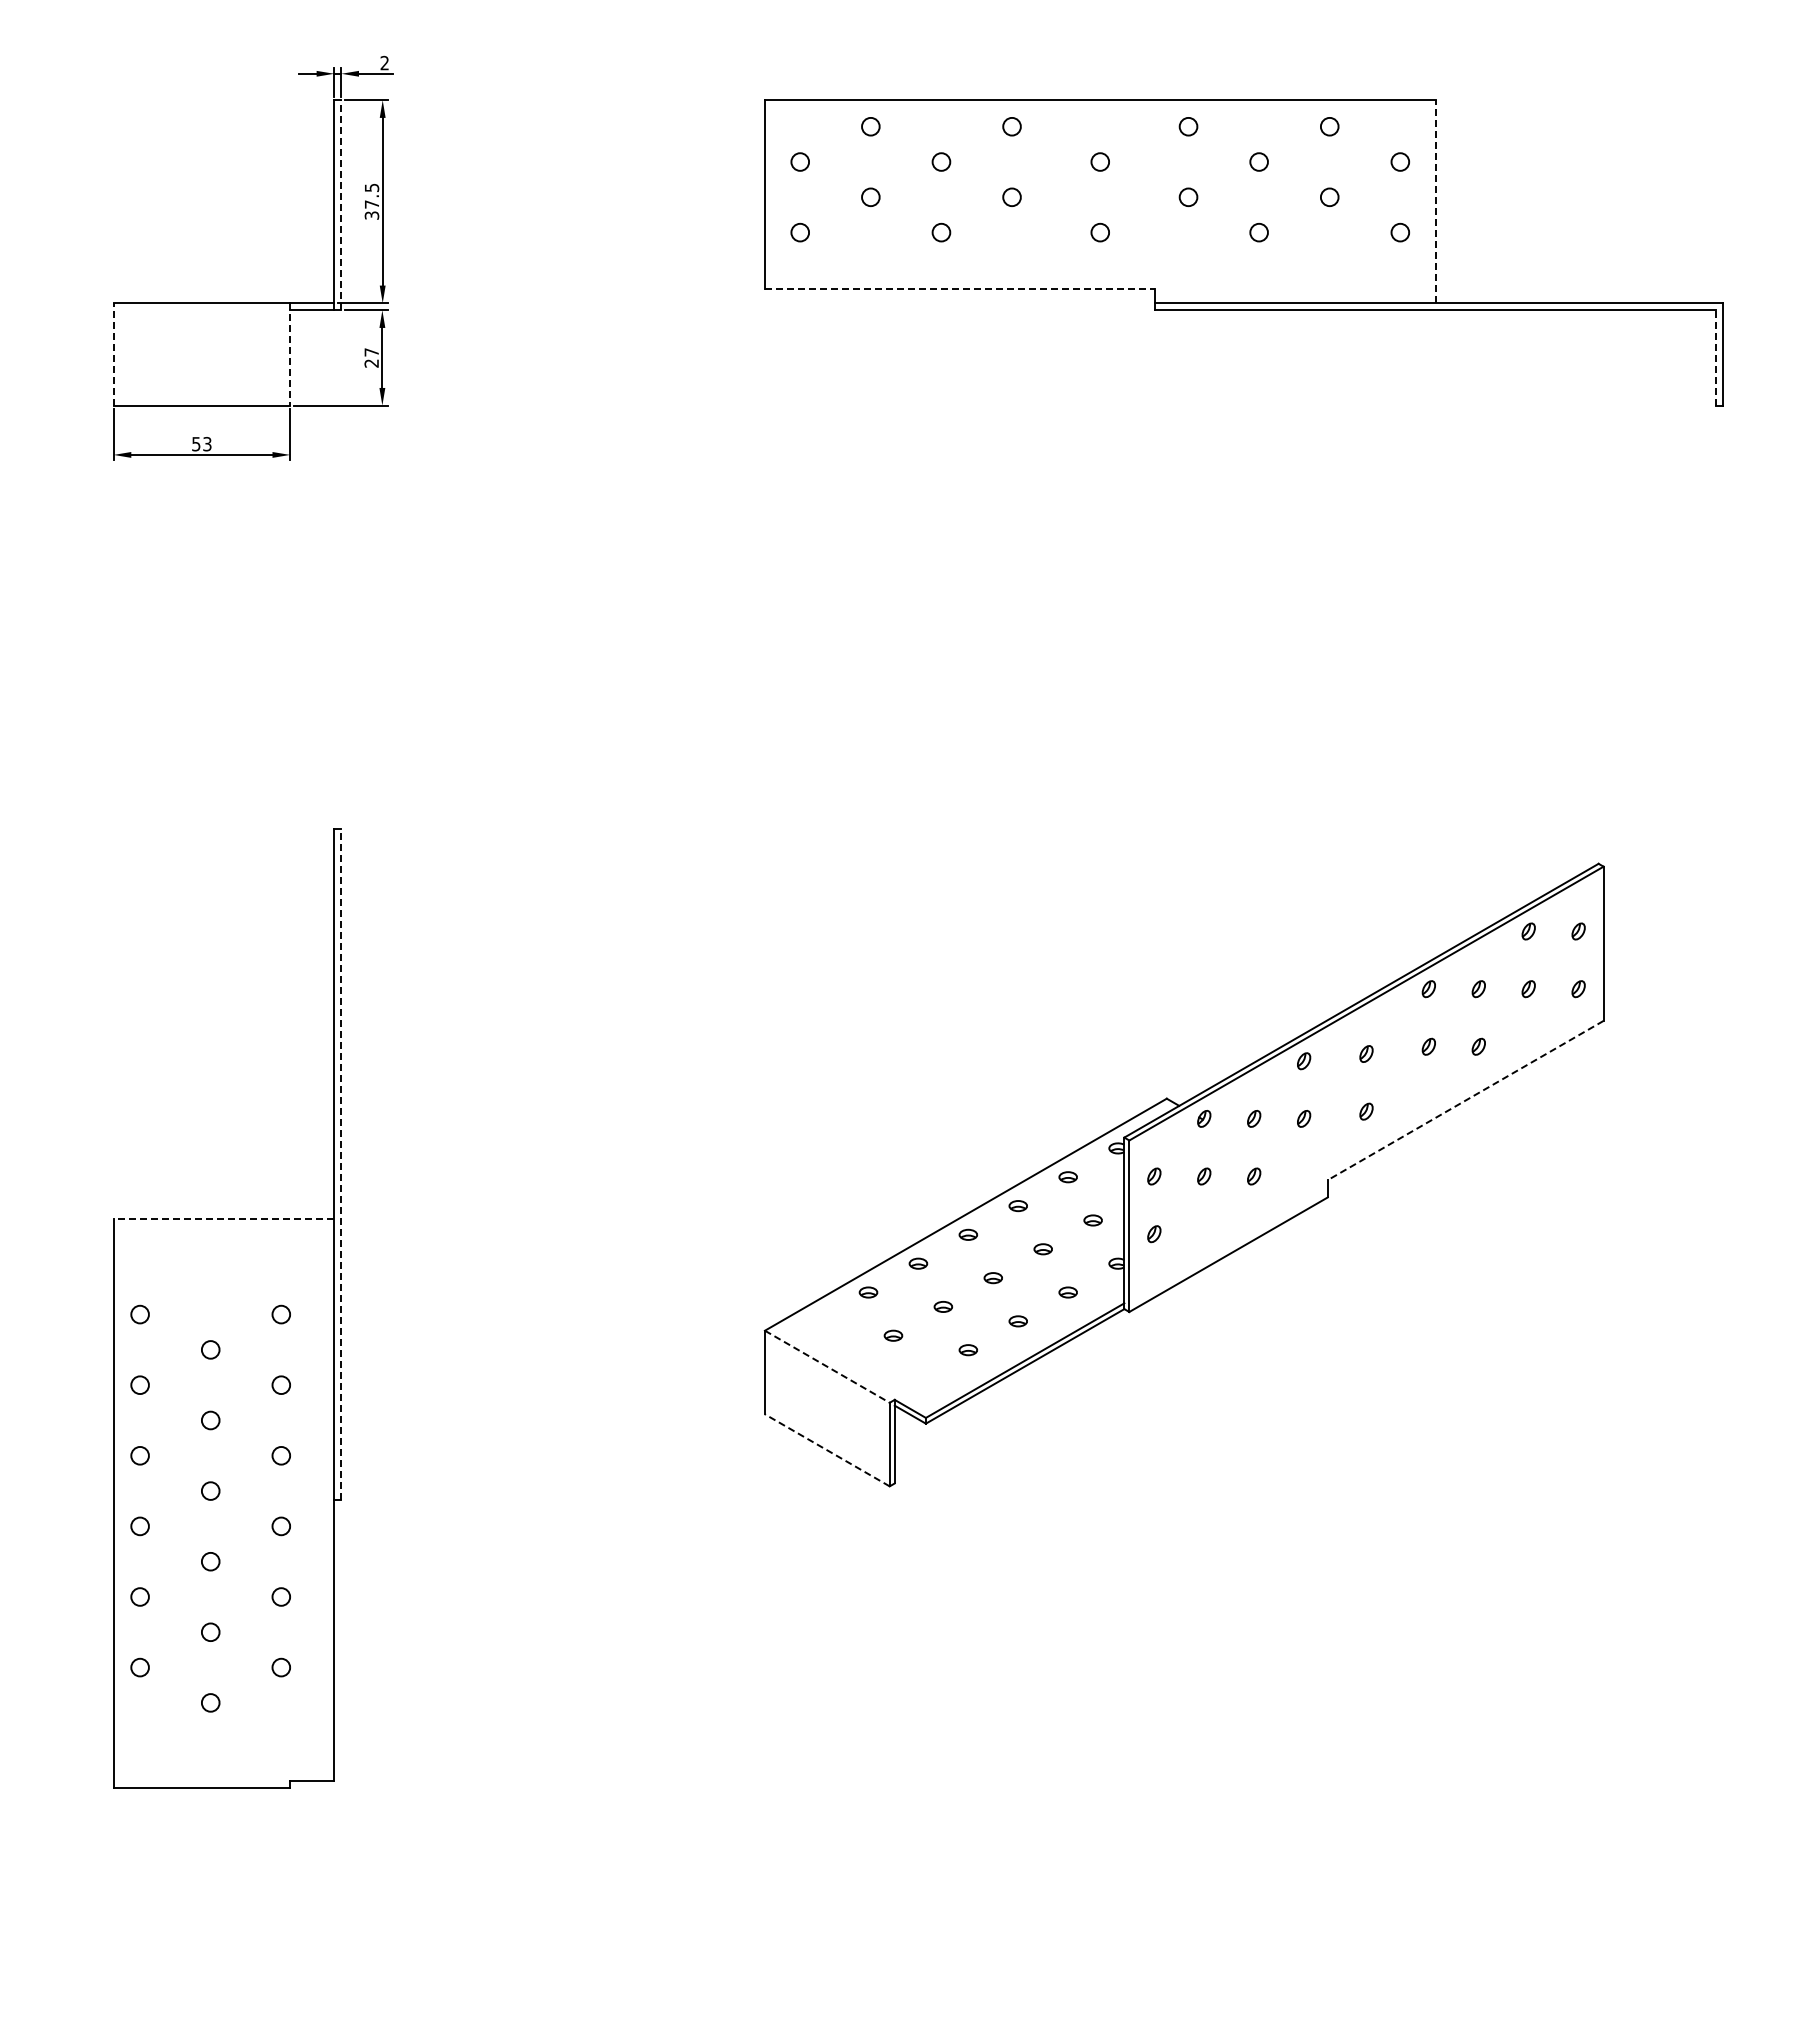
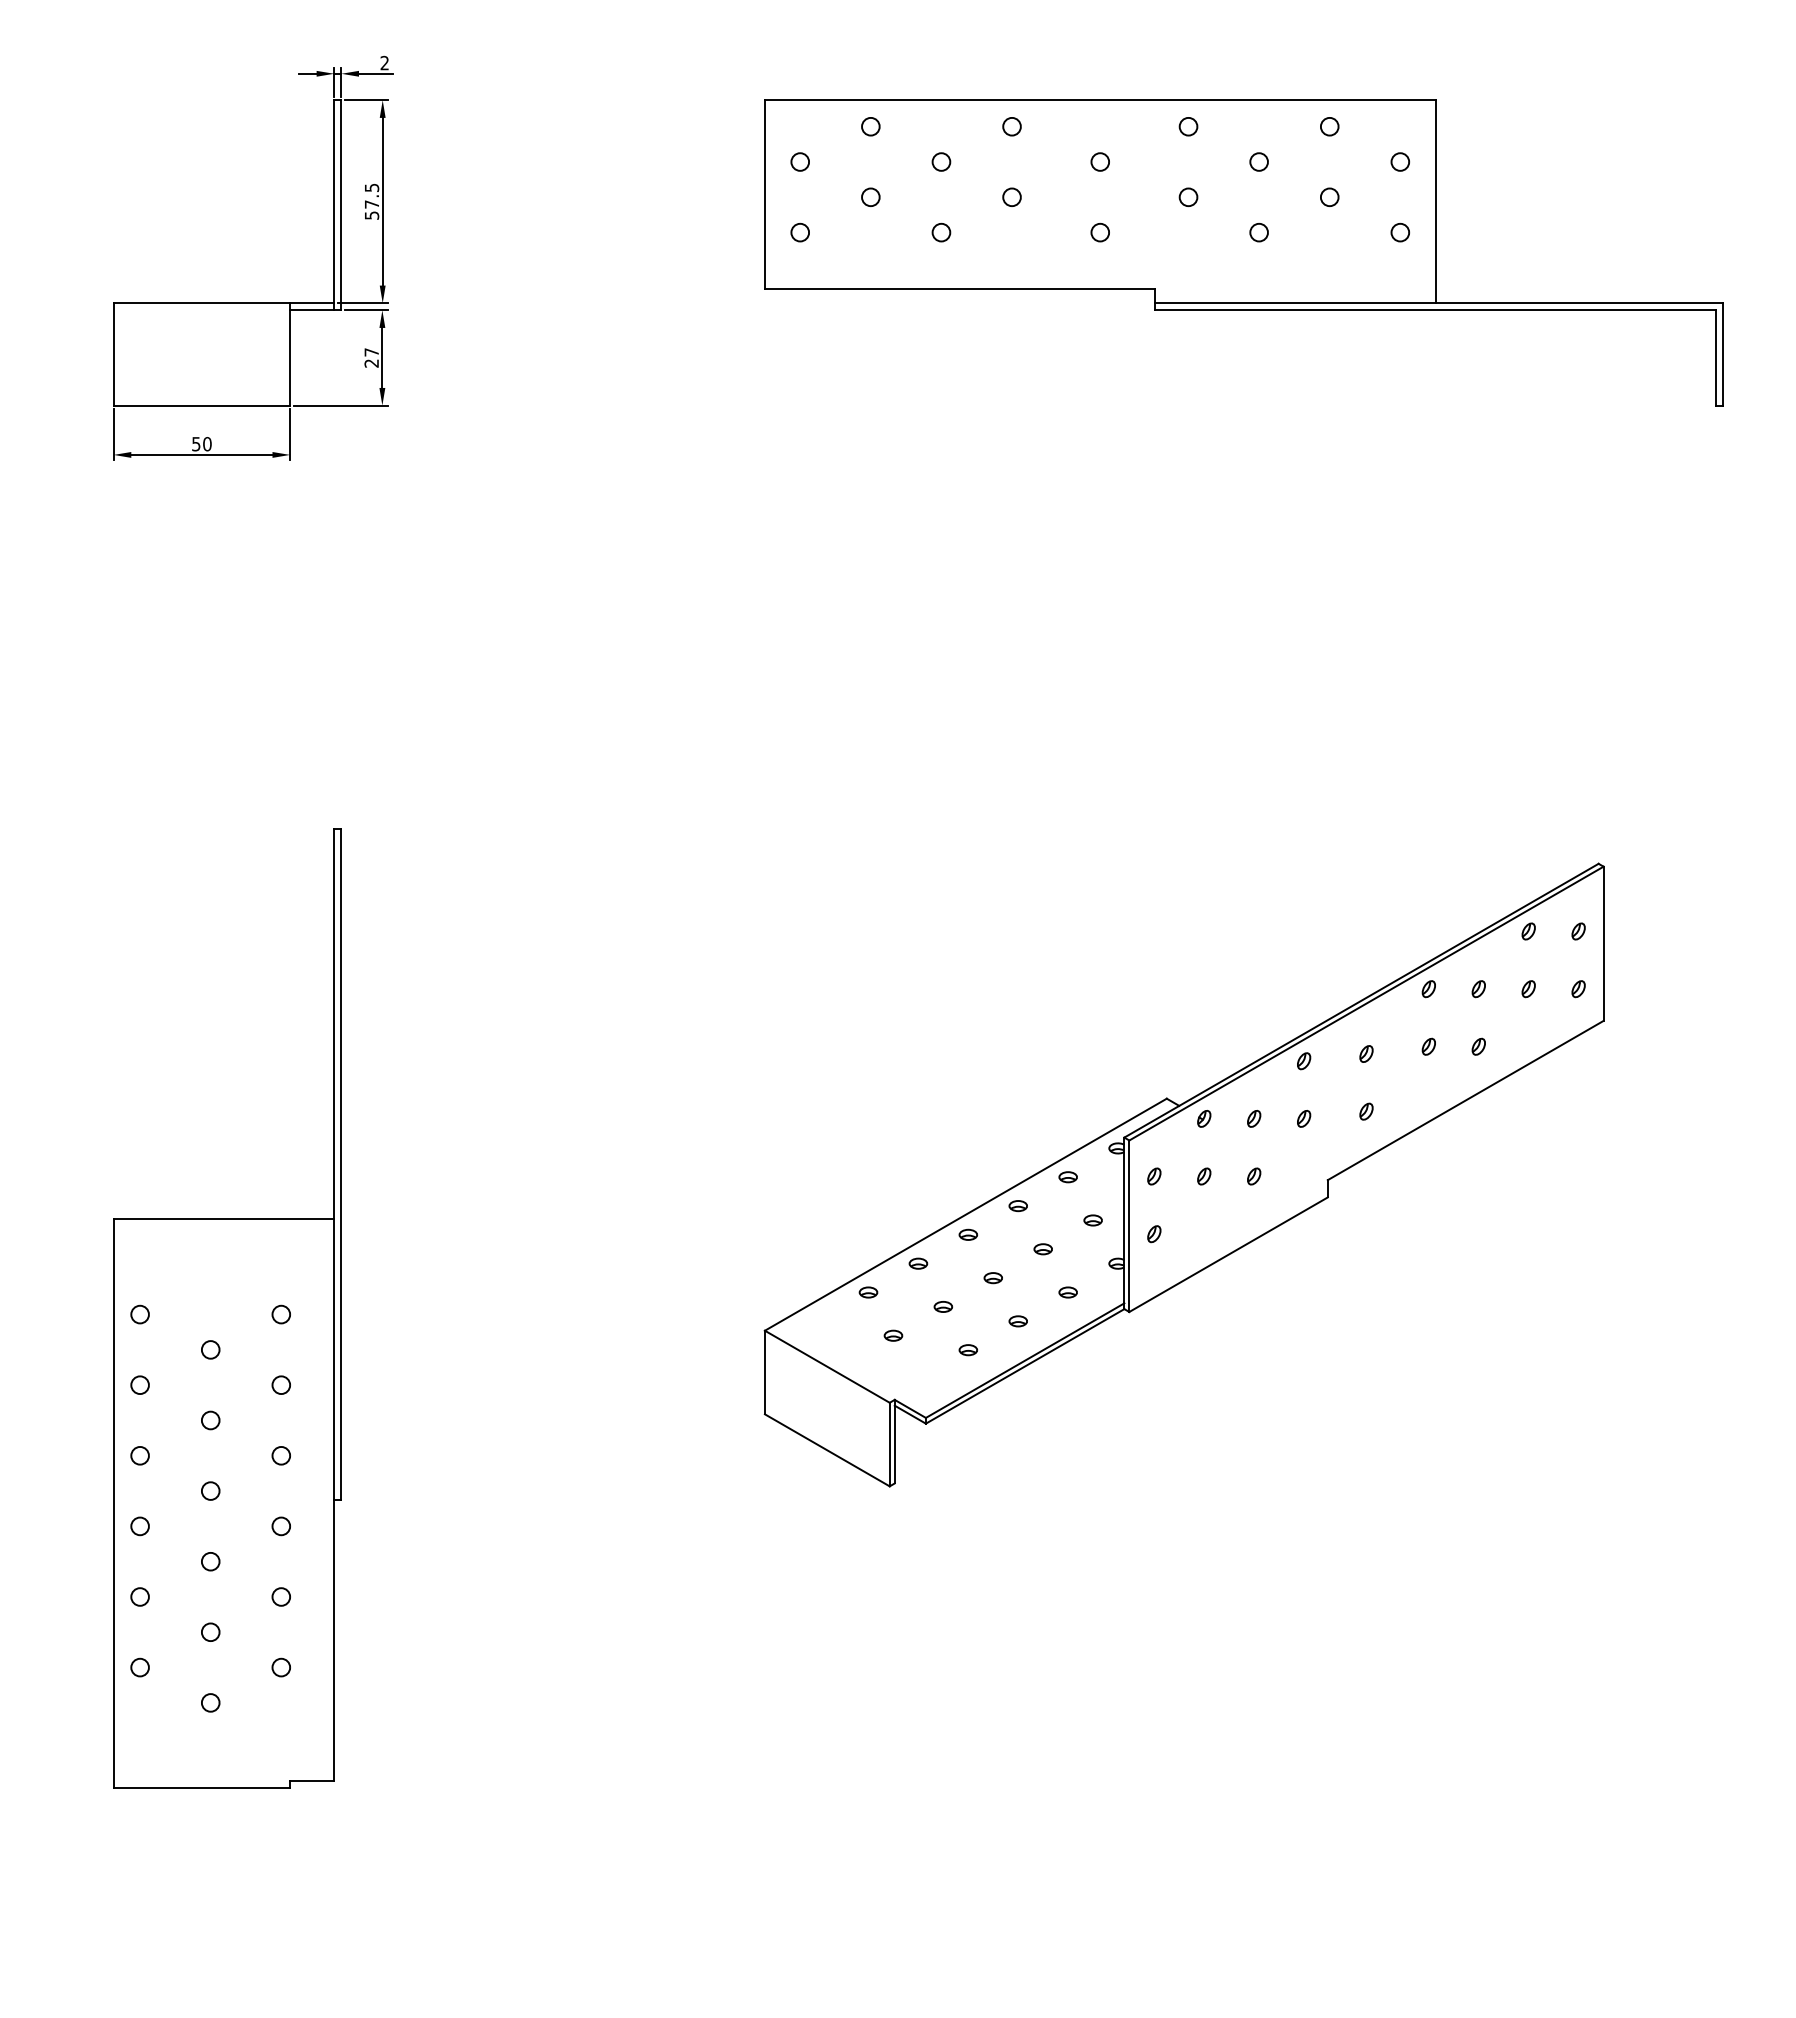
line at (1435, 201): dashed -> solid
line at (341, 204): dashed -> solid
text at (371, 215): 37.5 -> 57.5
line at (960, 289): dashed -> solid
line at (113, 353): dashed -> solid
line at (290, 354): dashed -> solid
line at (1716, 357): dashed -> solid
text at (207, 444): 53 -> 50
line at (1465, 1100): dashed -> solid
line at (341, 1164): dashed -> solid
line at (223, 1219): dashed -> solid
line at (827, 1367): dashed -> solid
line at (826, 1450): dashed -> solid
